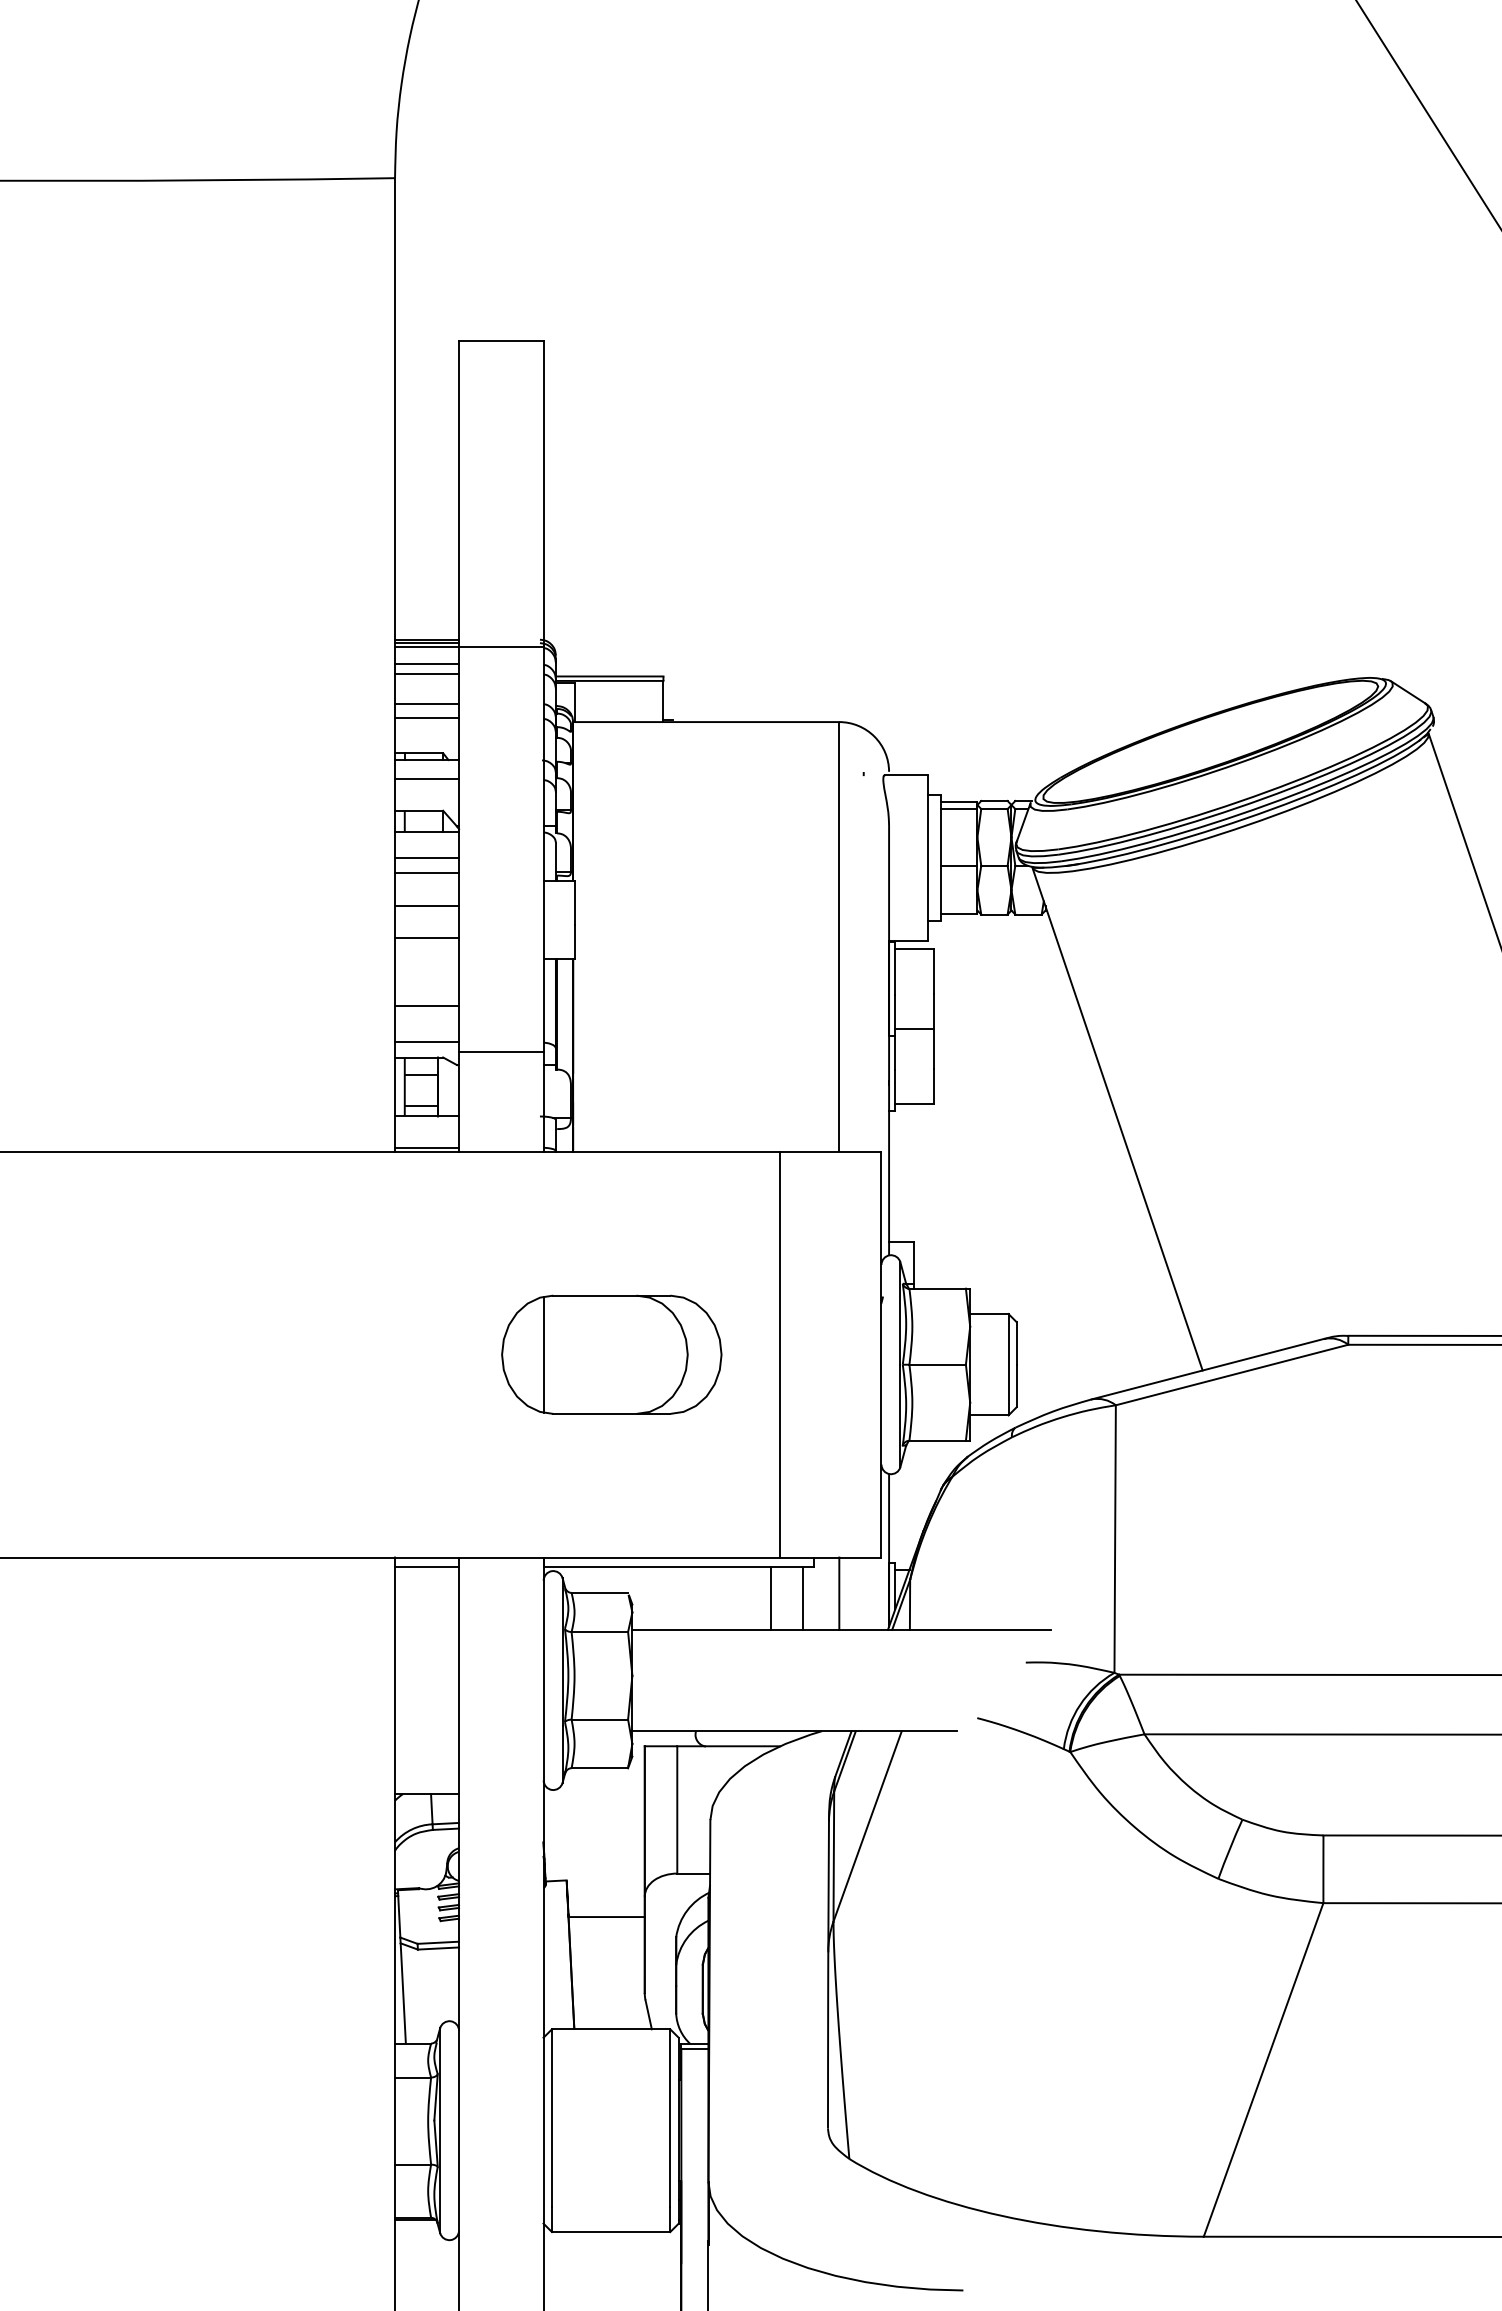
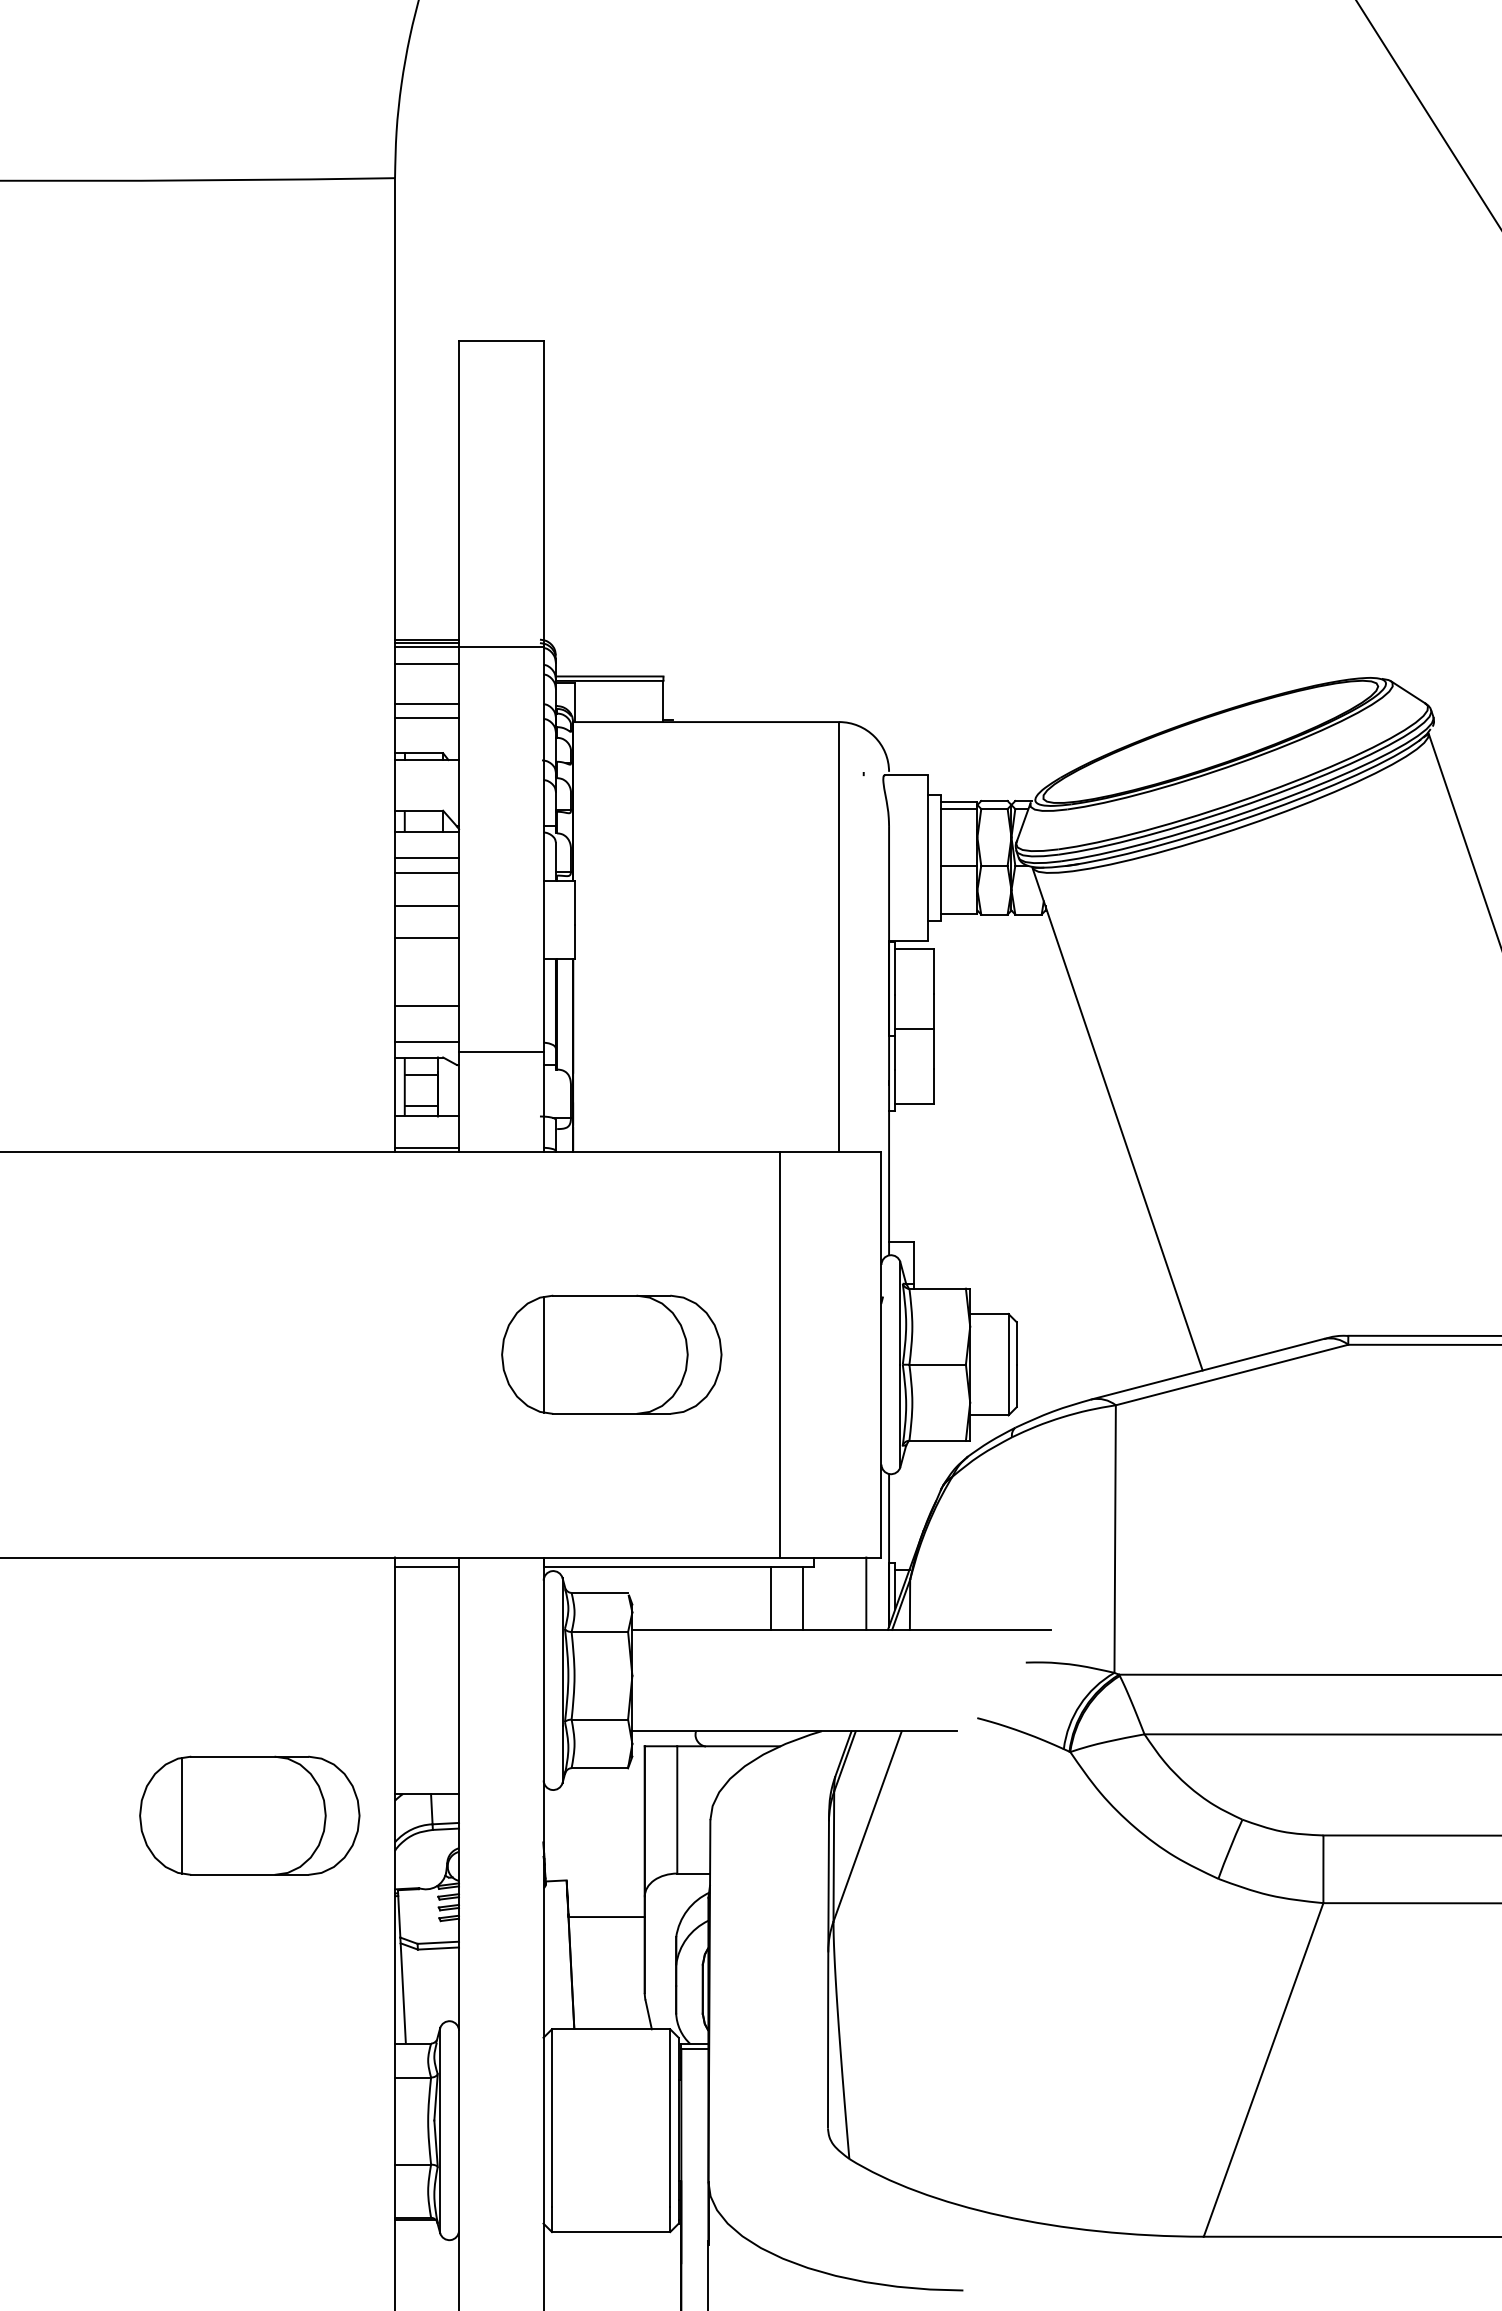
line at (426, 673): present -> none
line at (426, 779): present -> none
line at (839, 1593) position: (839, 1593) -> (866, 1593)
part at (249, 1815): none -> present
